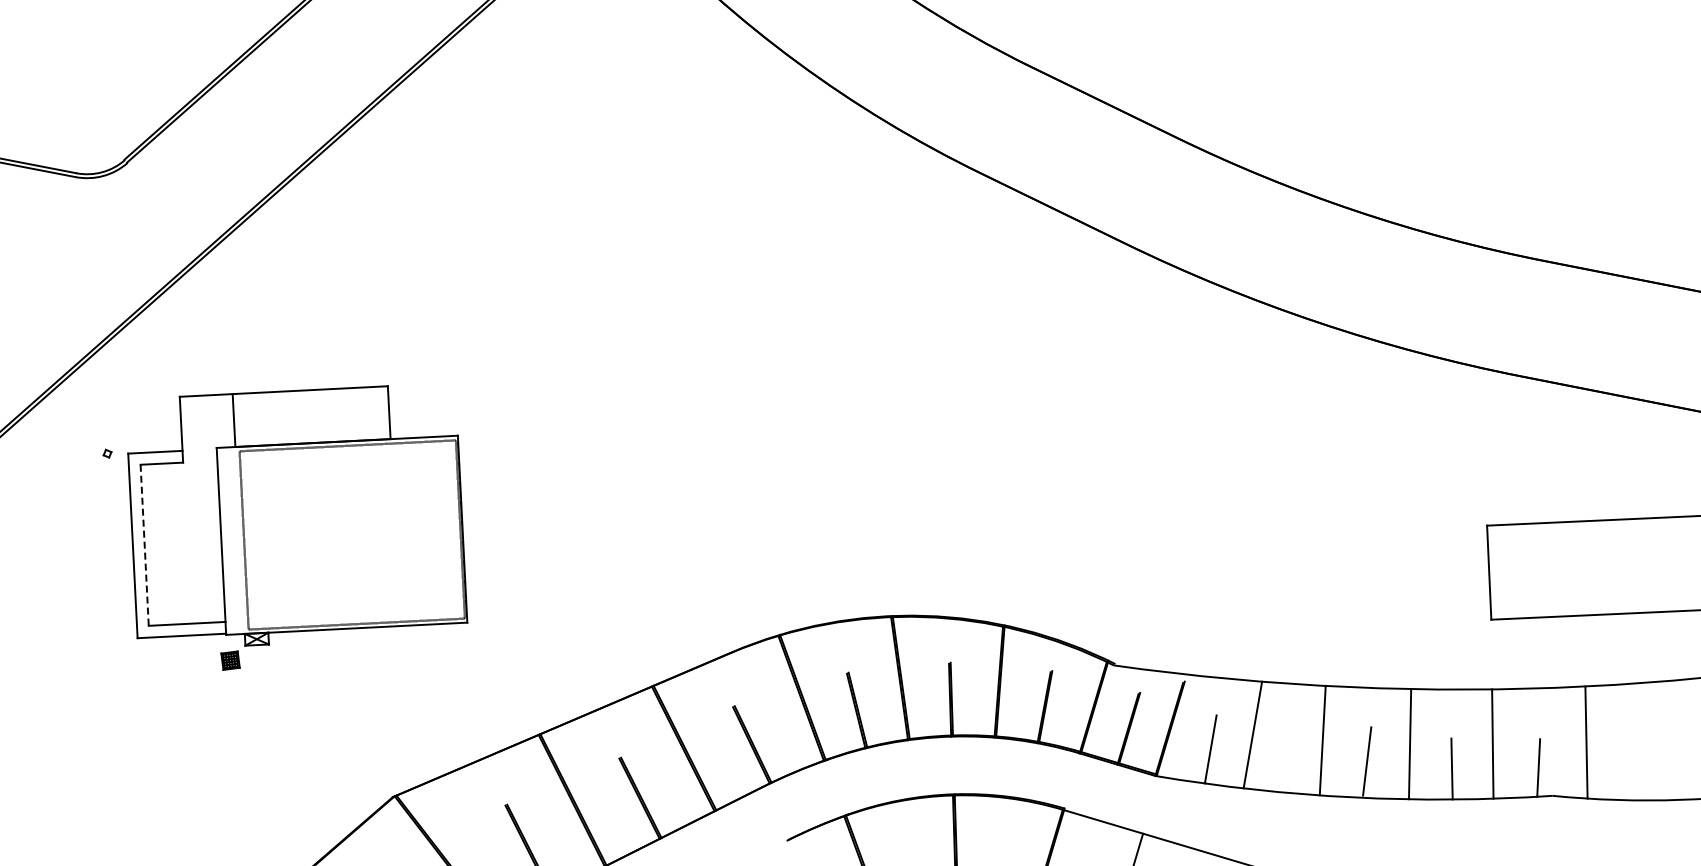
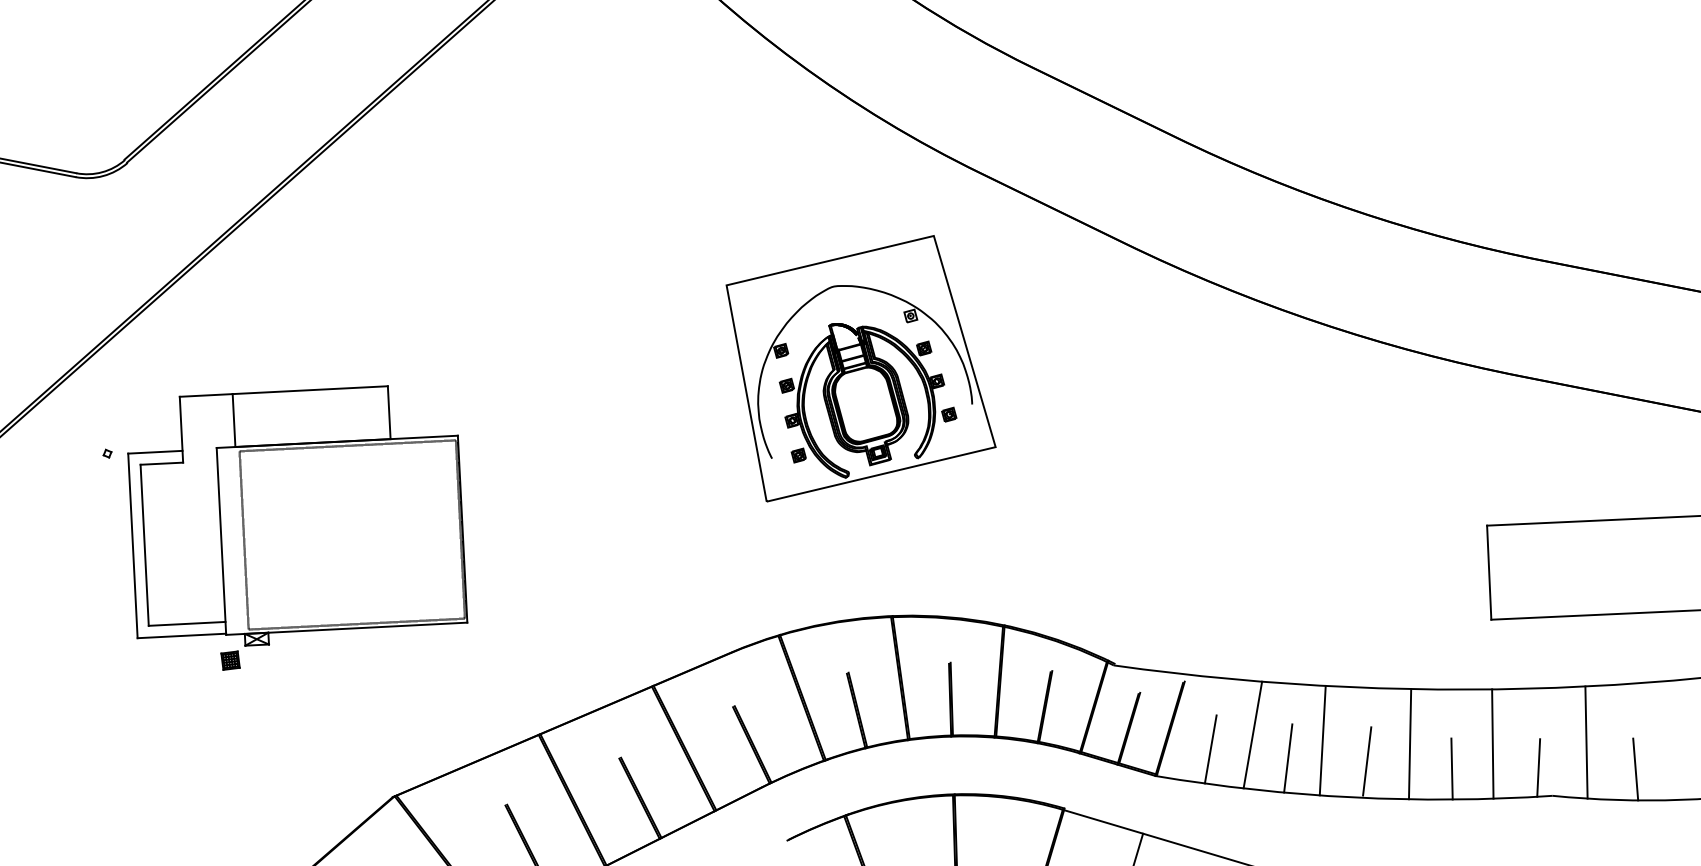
part at (860, 368): none -> present
line at (144, 545): dashed -> solid
line at (1288, 758): none -> present
line at (1635, 769): none -> present
